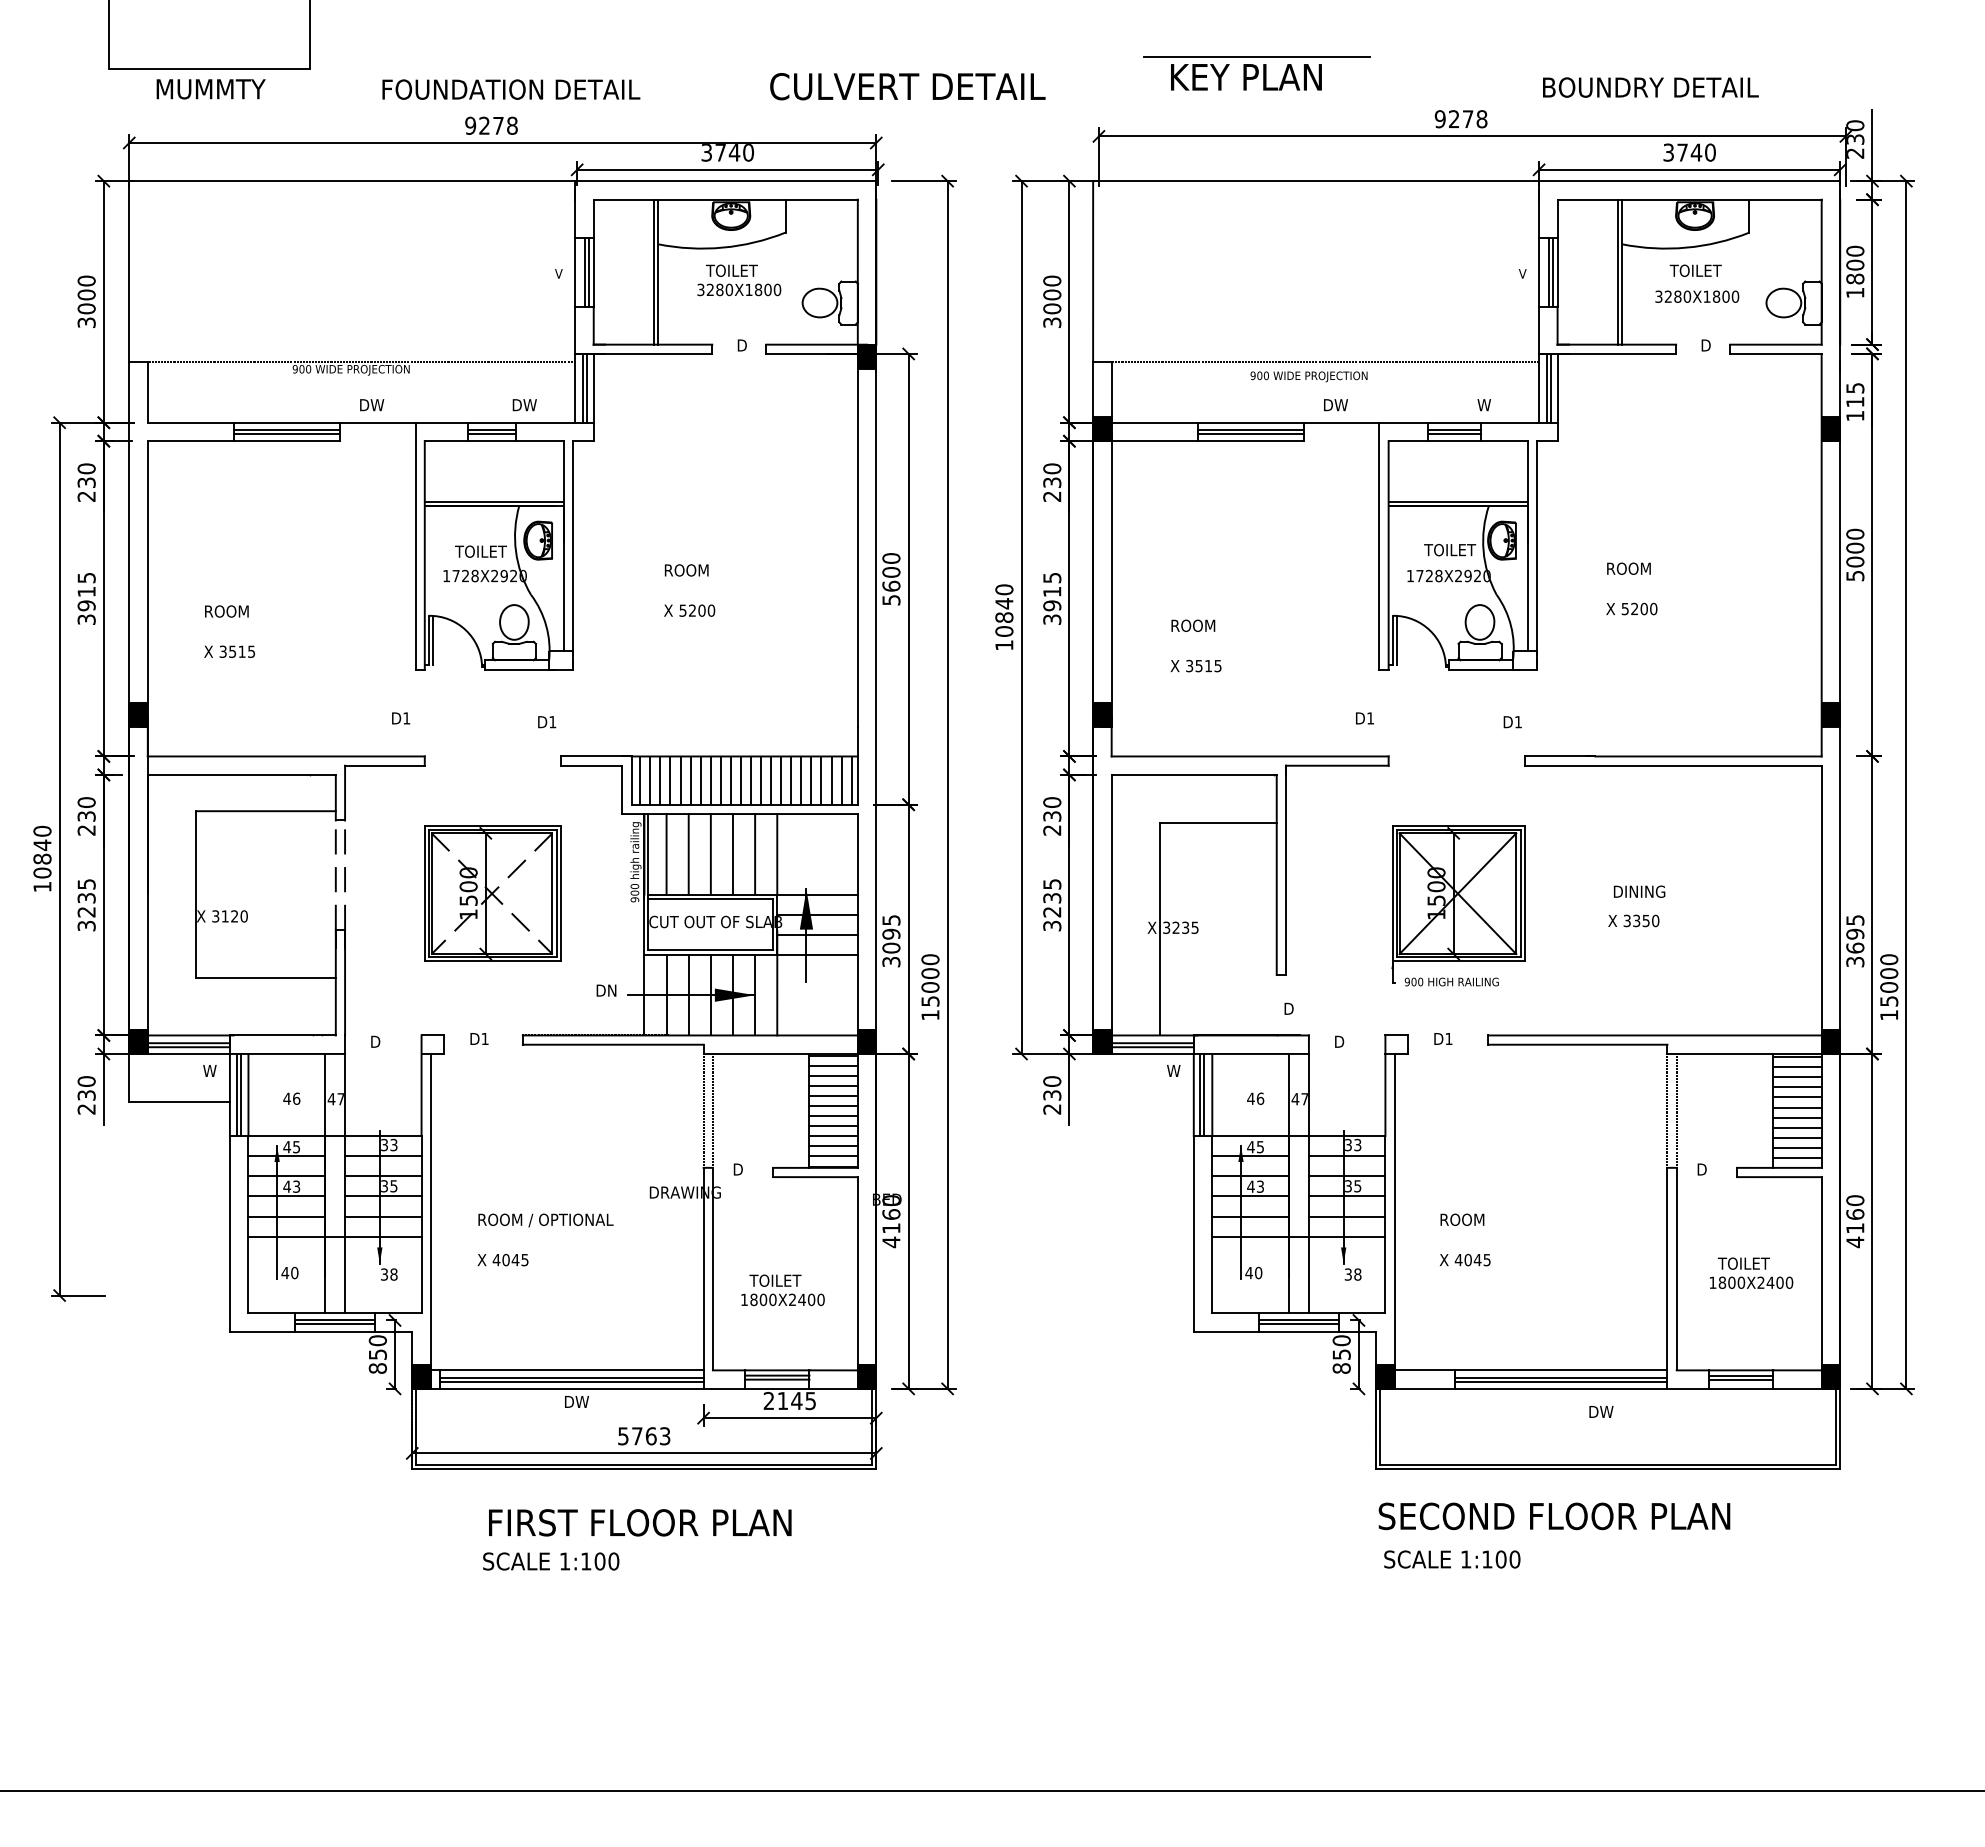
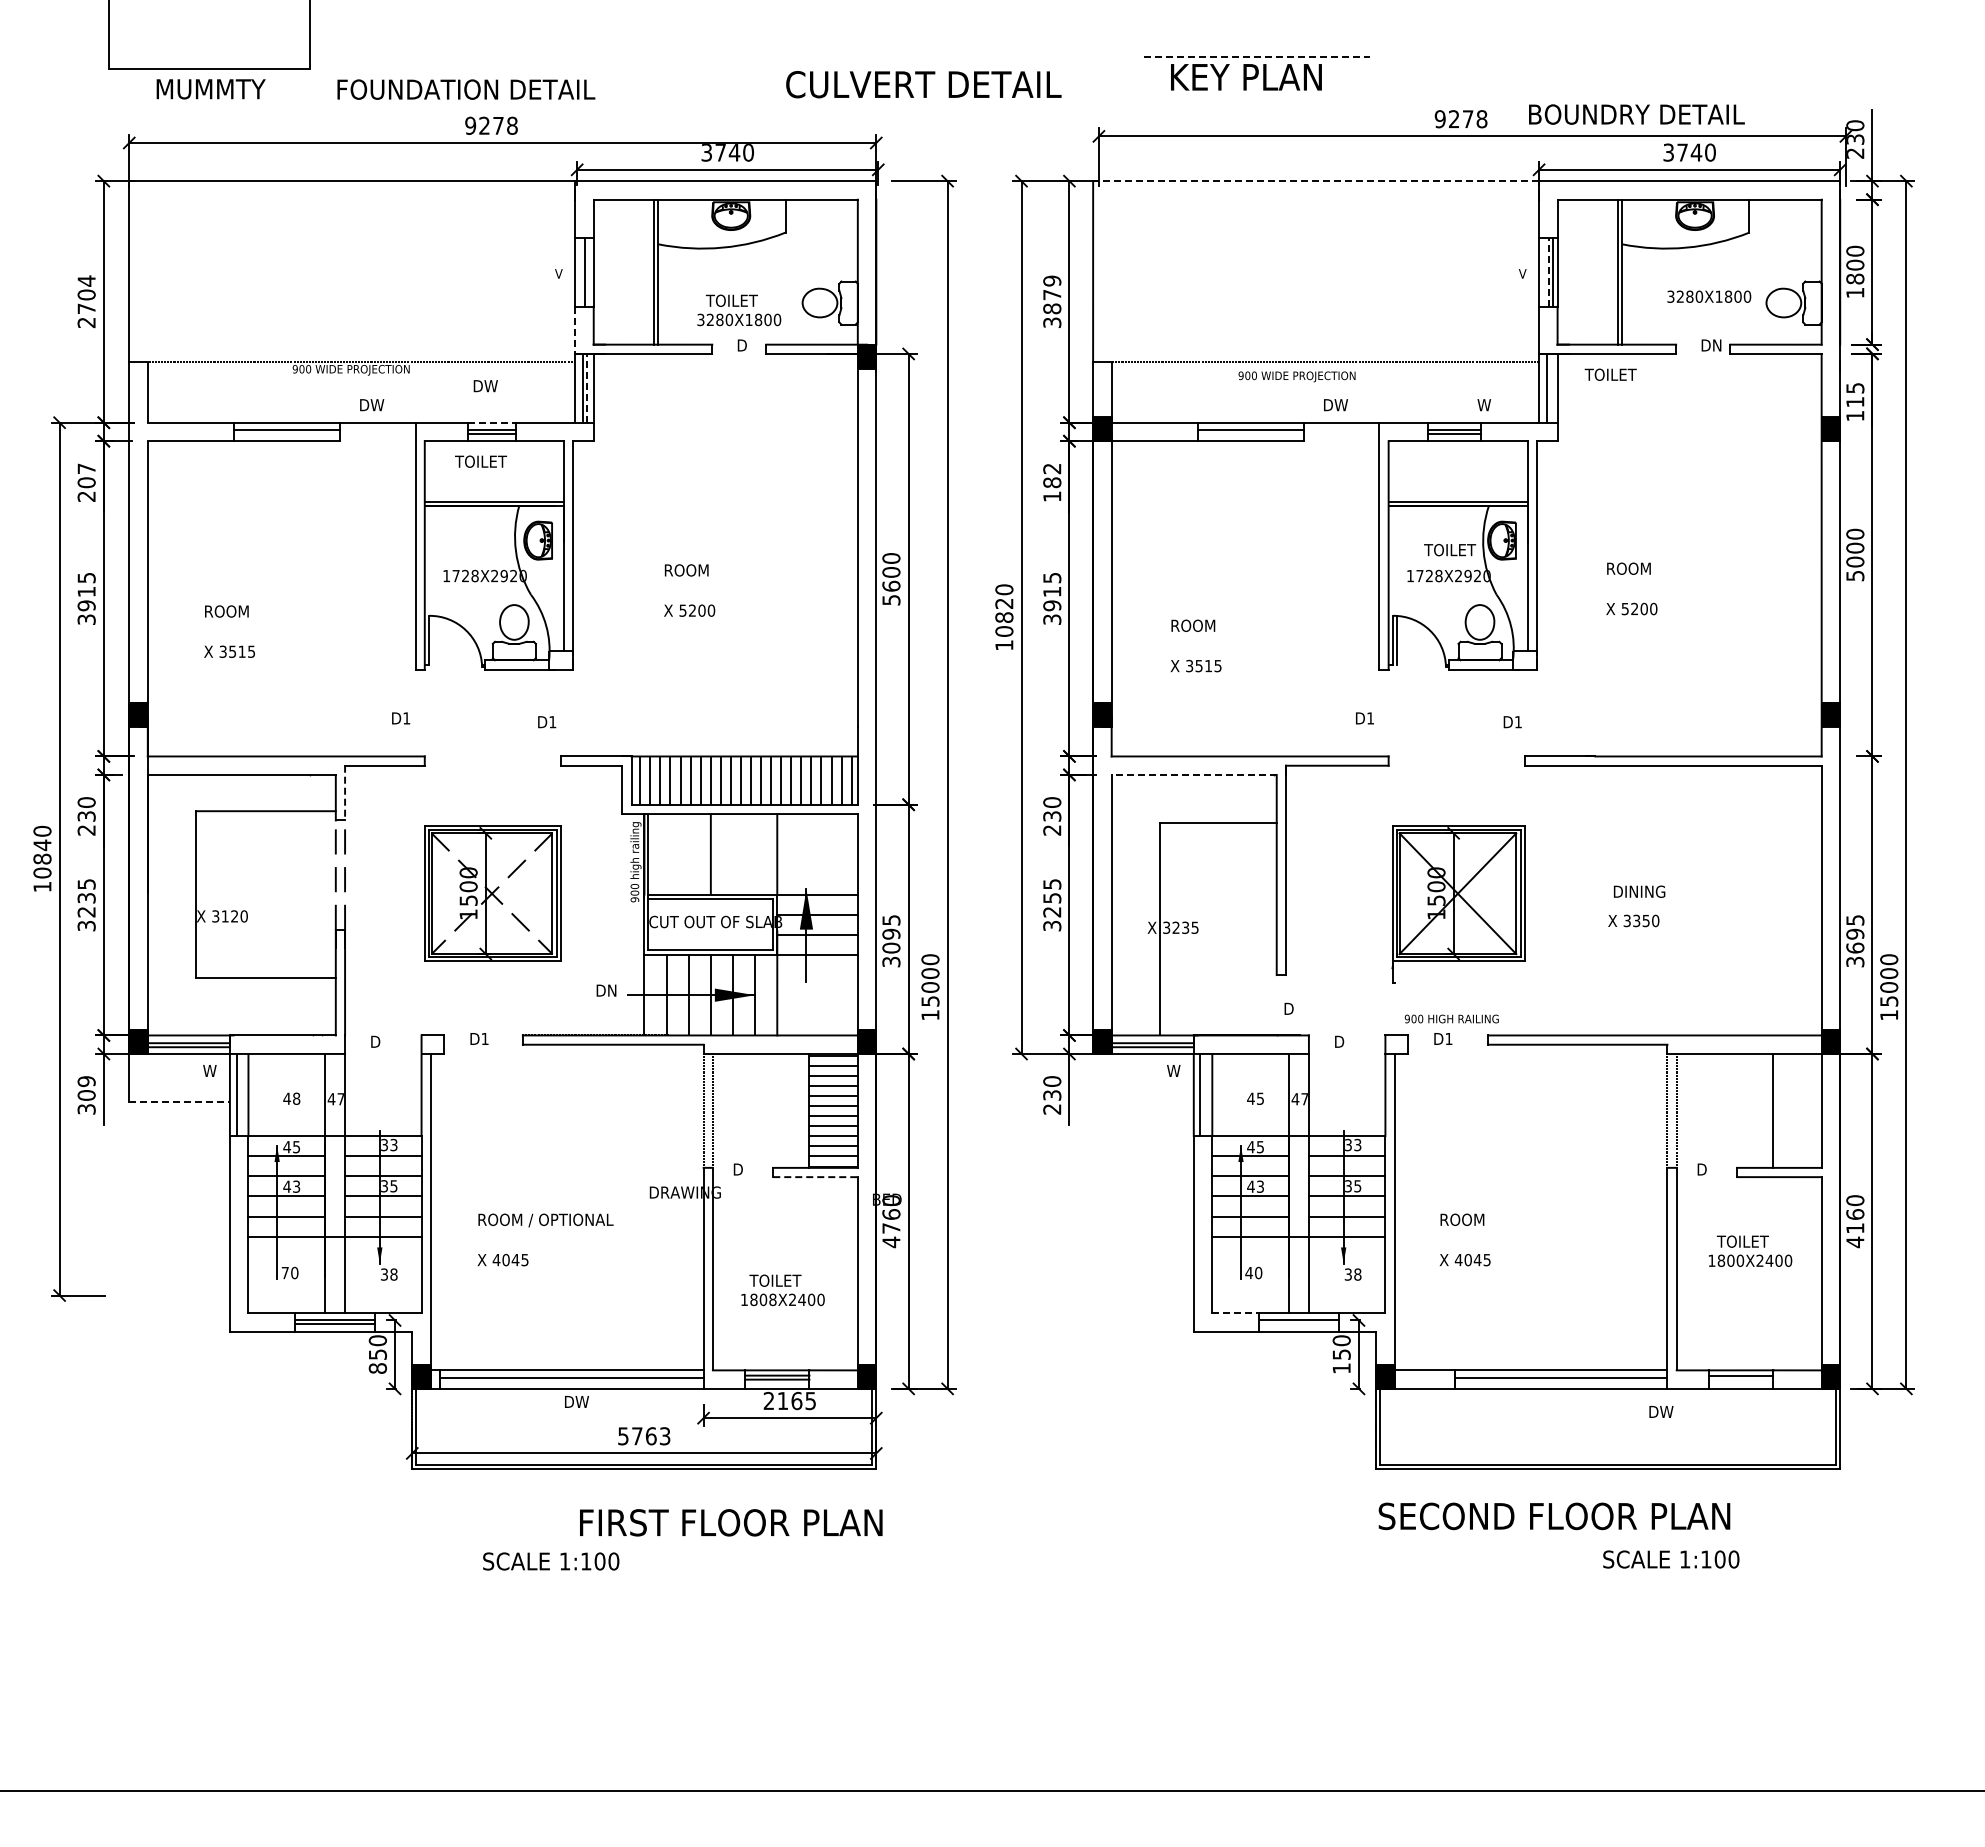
line at (1256, 56): solid -> dashed
text at (907, 86) position: (907, 86) -> (923, 84)
text at (1650, 87) position: (1650, 87) -> (1636, 114)
text at (511, 89) position: (511, 89) -> (466, 89)
line at (1316, 181): solid -> dashed
text at (1695, 270) position: (1695, 270) -> (1610, 374)
line at (588, 271): present -> none
line at (1548, 271): solid -> dashed
text at (739, 280) position: (739, 280) -> (739, 310)
text at (1052, 294): 3000 -> 3879
text at (1697, 296) position: (1697, 296) -> (1709, 296)
text at (86, 301): 3000 -> 2704
line at (575, 330): solid -> dashed
text at (1717, 345): D -> DN
text at (1308, 376) position: (1308, 376) -> (1296, 376)
line at (587, 387): solid -> dashed
line at (1551, 387): present -> none
text at (524, 405) position: (524, 405) -> (485, 386)
line at (491, 422): solid -> dashed
line at (287, 433): present -> none
line at (1251, 433): present -> none
text at (86, 475): 230 -> 207
text at (1052, 482): 230 -> 182
text at (480, 551) position: (480, 551) -> (480, 461)
text at (1004, 603): 10840 -> 10820
line at (433, 639): present -> none
line at (1194, 774): solid -> dashed
line at (345, 793): solid -> dashed
line at (666, 854): present -> none
line at (688, 854): present -> none
line at (732, 854): present -> none
line at (755, 854): present -> none
text at (1051, 897): 3235 -> 3255
text at (1451, 981) position: (1451, 981) -> (1451, 1018)
line at (240, 1094): present -> none
line at (1204, 1094): present -> none
text at (86, 1095): 230 -> 309
text at (296, 1098): 46 -> 48
text at (1260, 1098): 46 -> 45
line at (180, 1102): solid -> dashed
hatch at (1797, 1107): present -> none
line at (816, 1177): solid -> dashed
text at (891, 1228): 4160 -> 4760
text at (285, 1272): 40 -> 70
text at (1751, 1272) position: (1751, 1272) -> (1750, 1250)
text at (772, 1299): 1800X2400 -> 1808X2400
line at (1236, 1313): solid -> dashed
line at (1298, 1324): present -> none
text at (1341, 1368): 850 -> 150
line at (1740, 1379): present -> none
line at (571, 1381): present -> none
line at (1561, 1381): present -> none
text at (796, 1400): 2145 -> 2165
text at (1601, 1411) position: (1601, 1411) -> (1661, 1411)
text at (640, 1522) position: (640, 1522) -> (731, 1522)
text at (1452, 1559) position: (1452, 1559) -> (1671, 1559)
